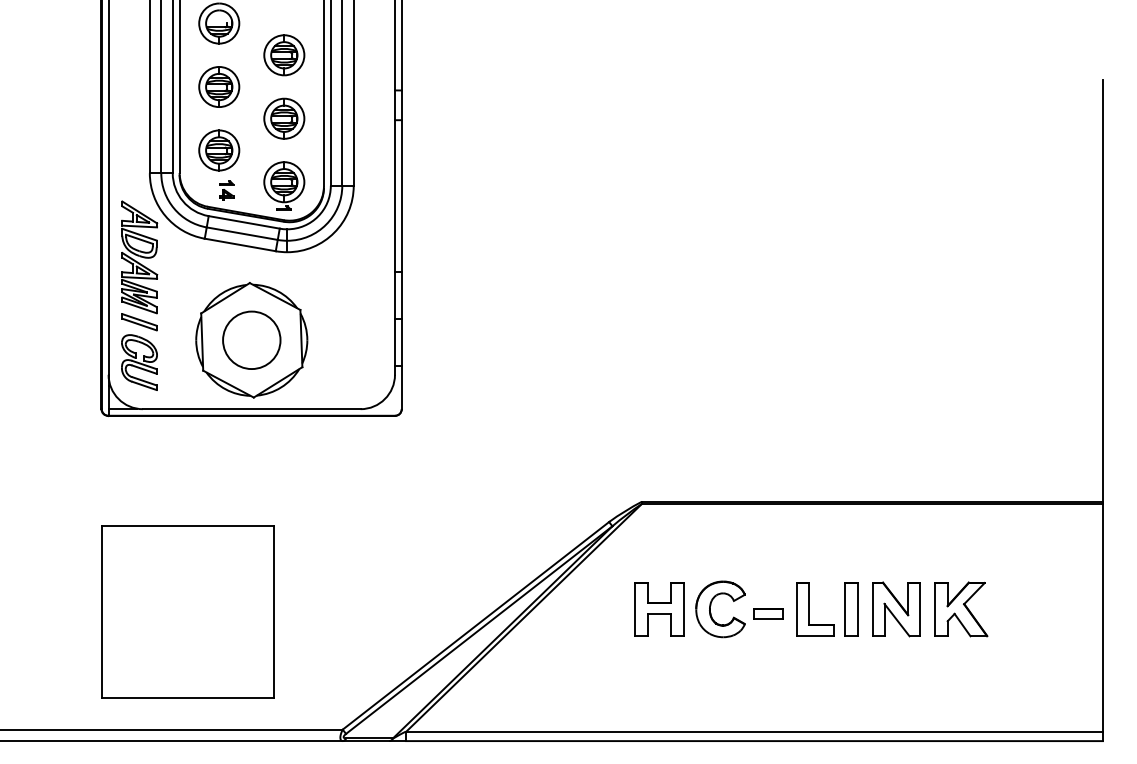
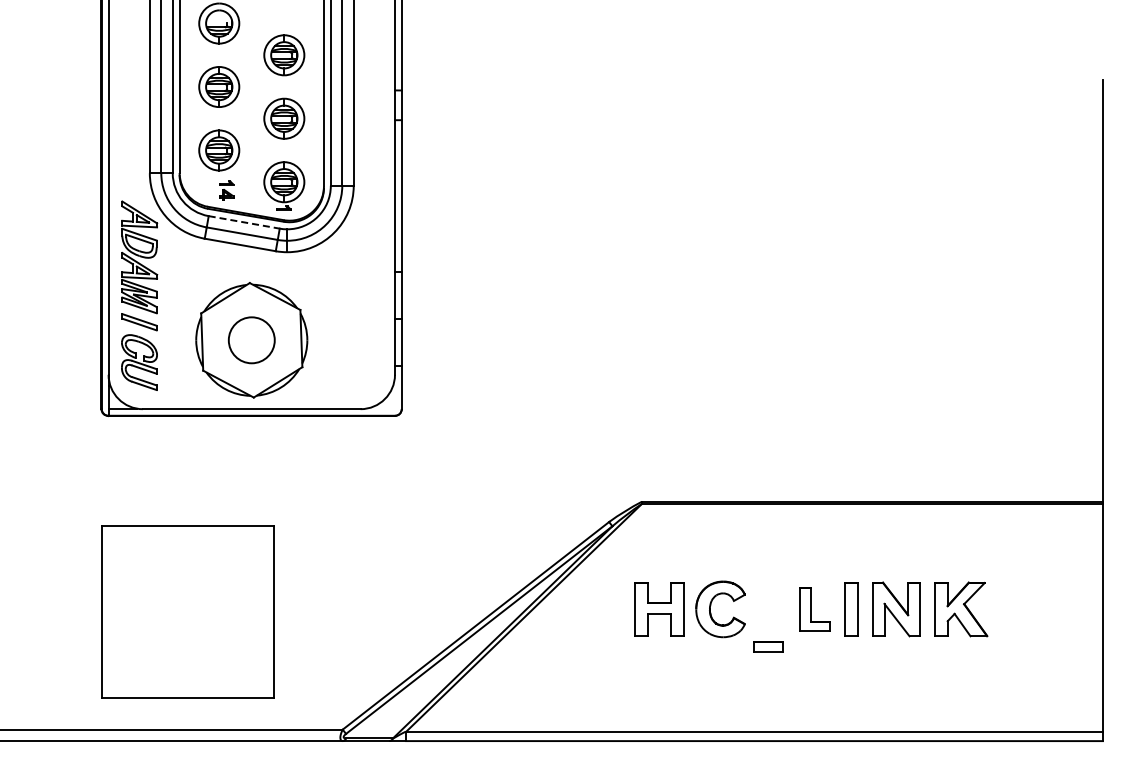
line at (244, 222): solid -> dashed
circle at (251, 340) diameter: 57 px -> 46 px
part at (815, 609) size: 39x55 px -> 32x45 px
part at (768, 613) position: (768, 613) -> (768, 646)
